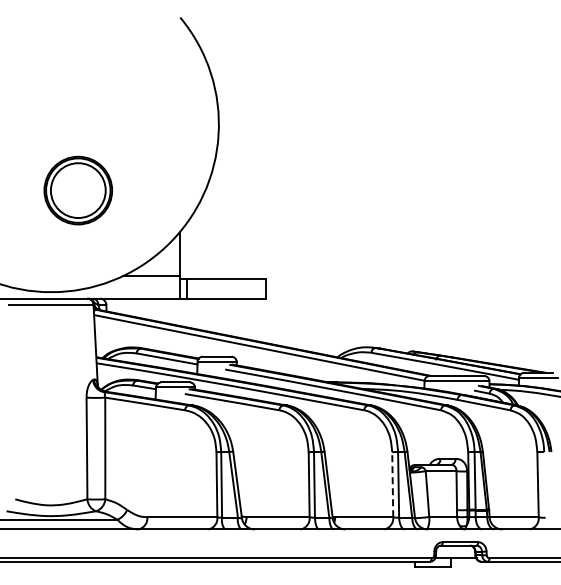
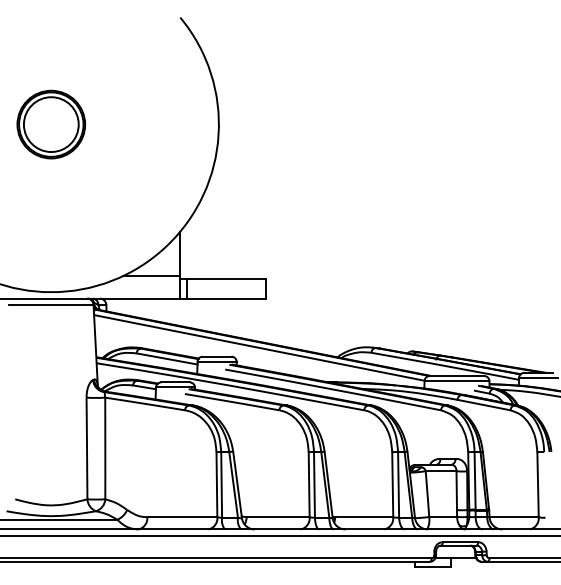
part at (78, 190) position: (78, 190) -> (51, 124)
line at (392, 484): dashed -> solid
line at (279, 535): none -> present
